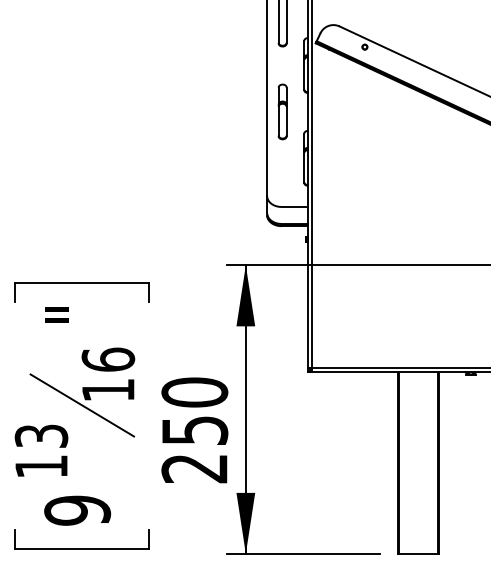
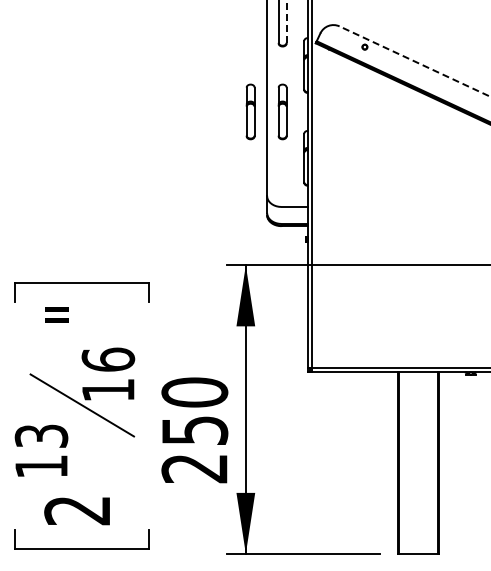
line at (286, 21): solid -> dashed
line at (414, 61): solid -> dashed
part at (250, 111): none -> present
text at (77, 510): 9 -> 2
